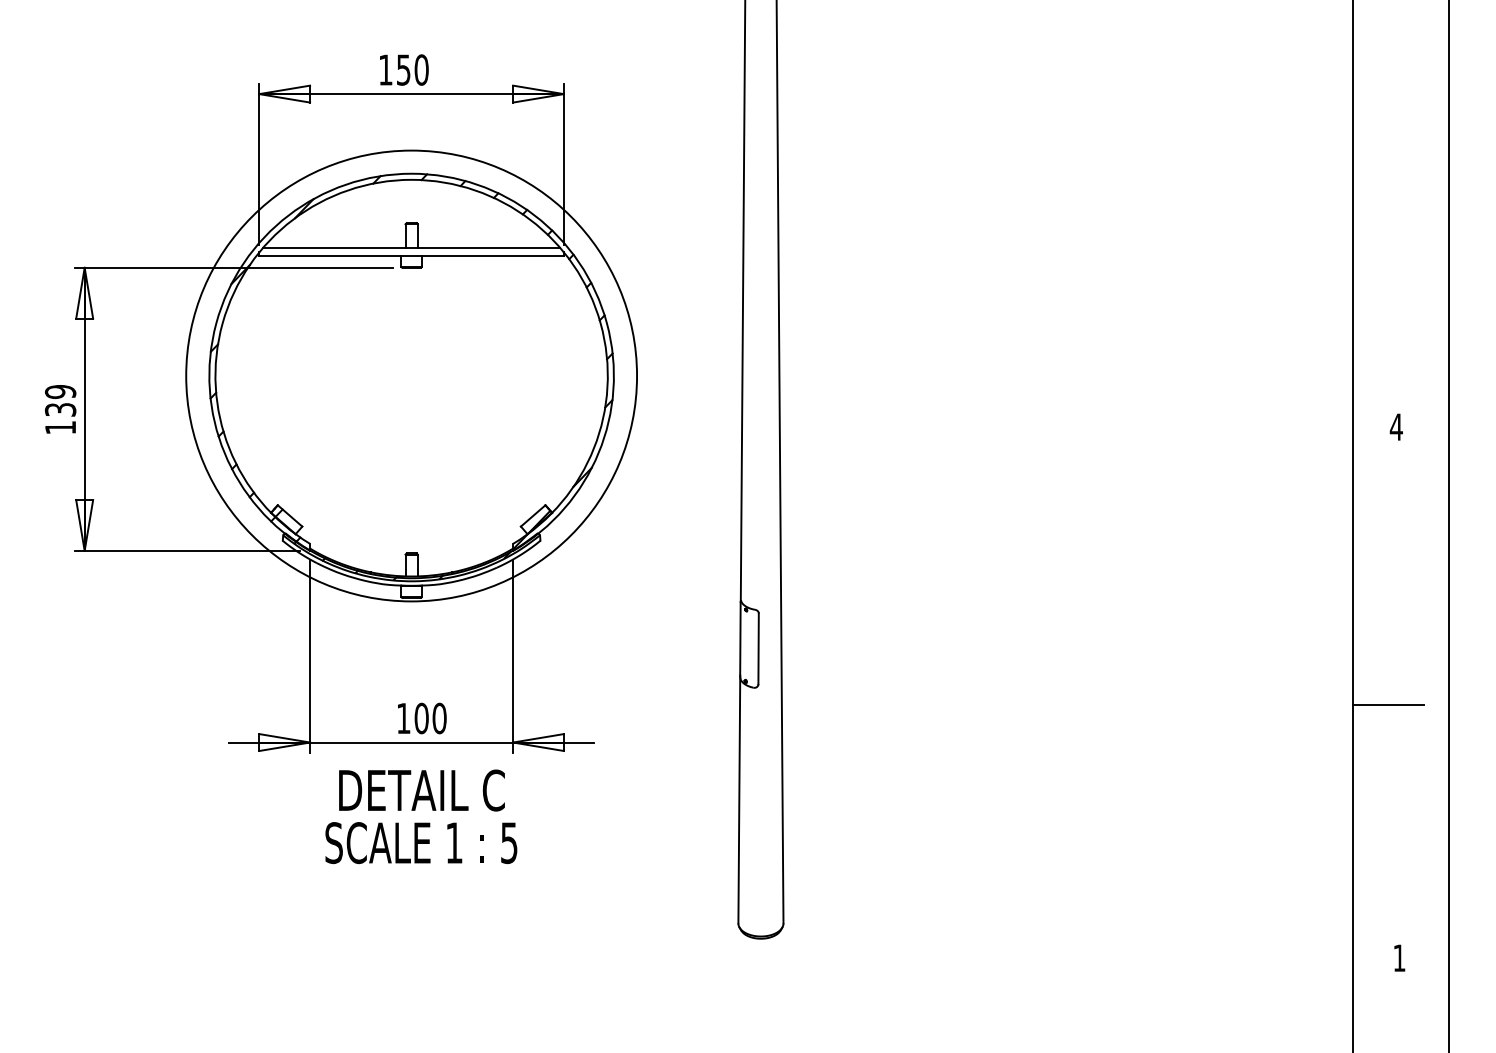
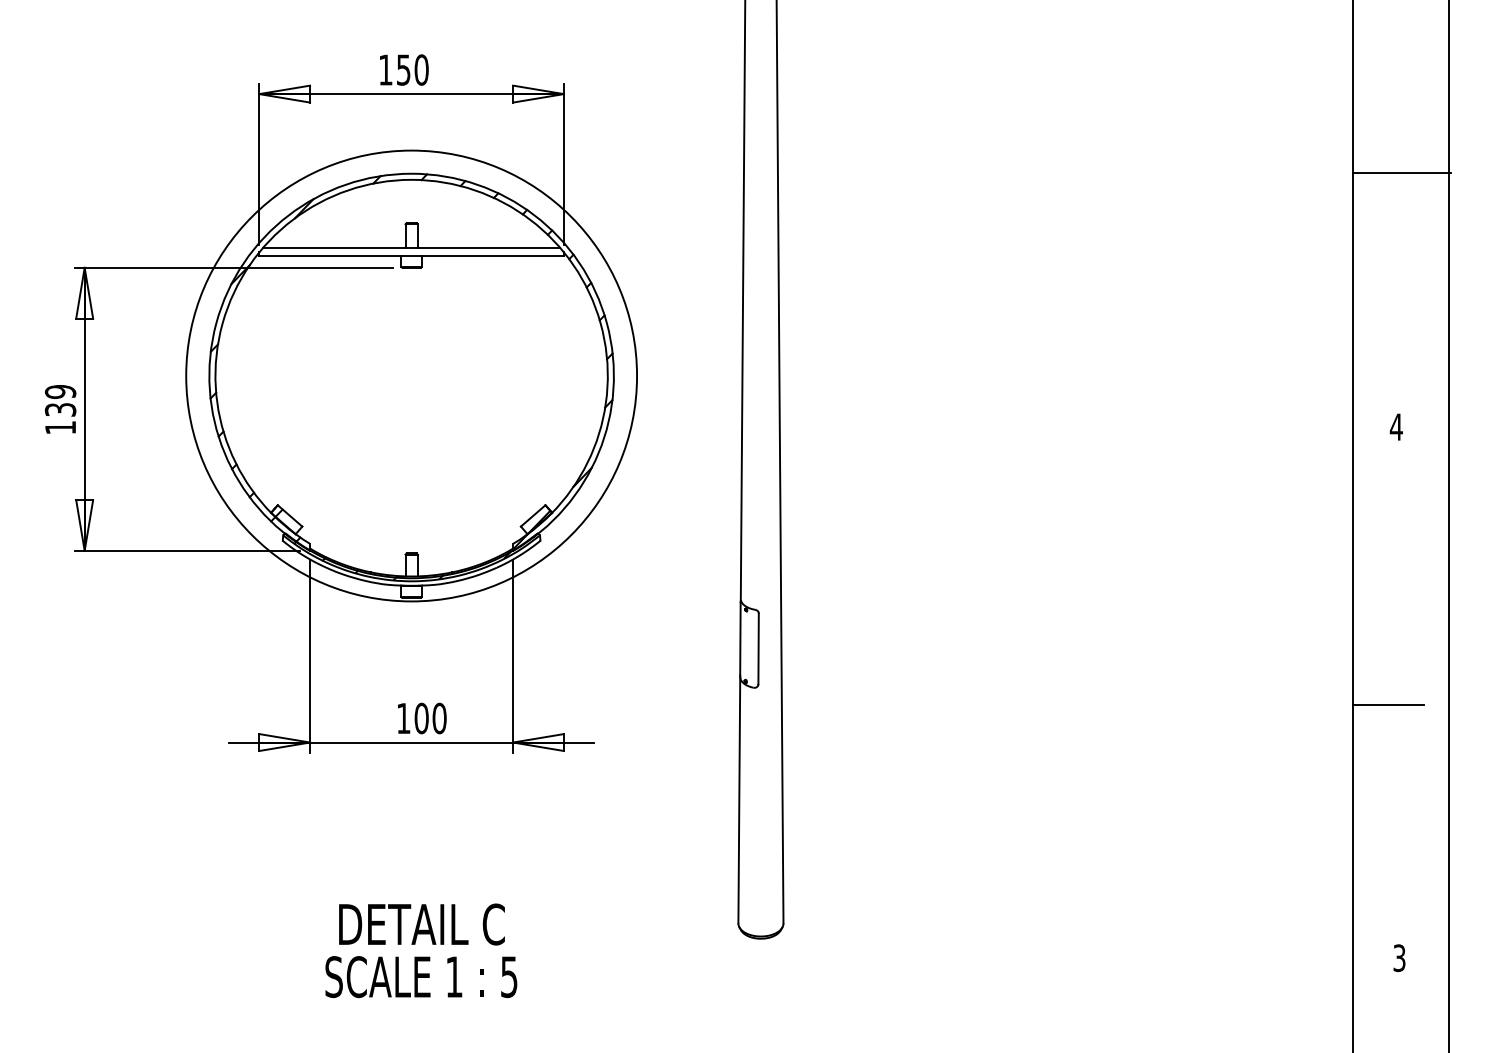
line at (1401, 172): none -> present
text at (421, 816) position: (421, 816) -> (421, 950)
text at (1399, 958): 1 -> 3
